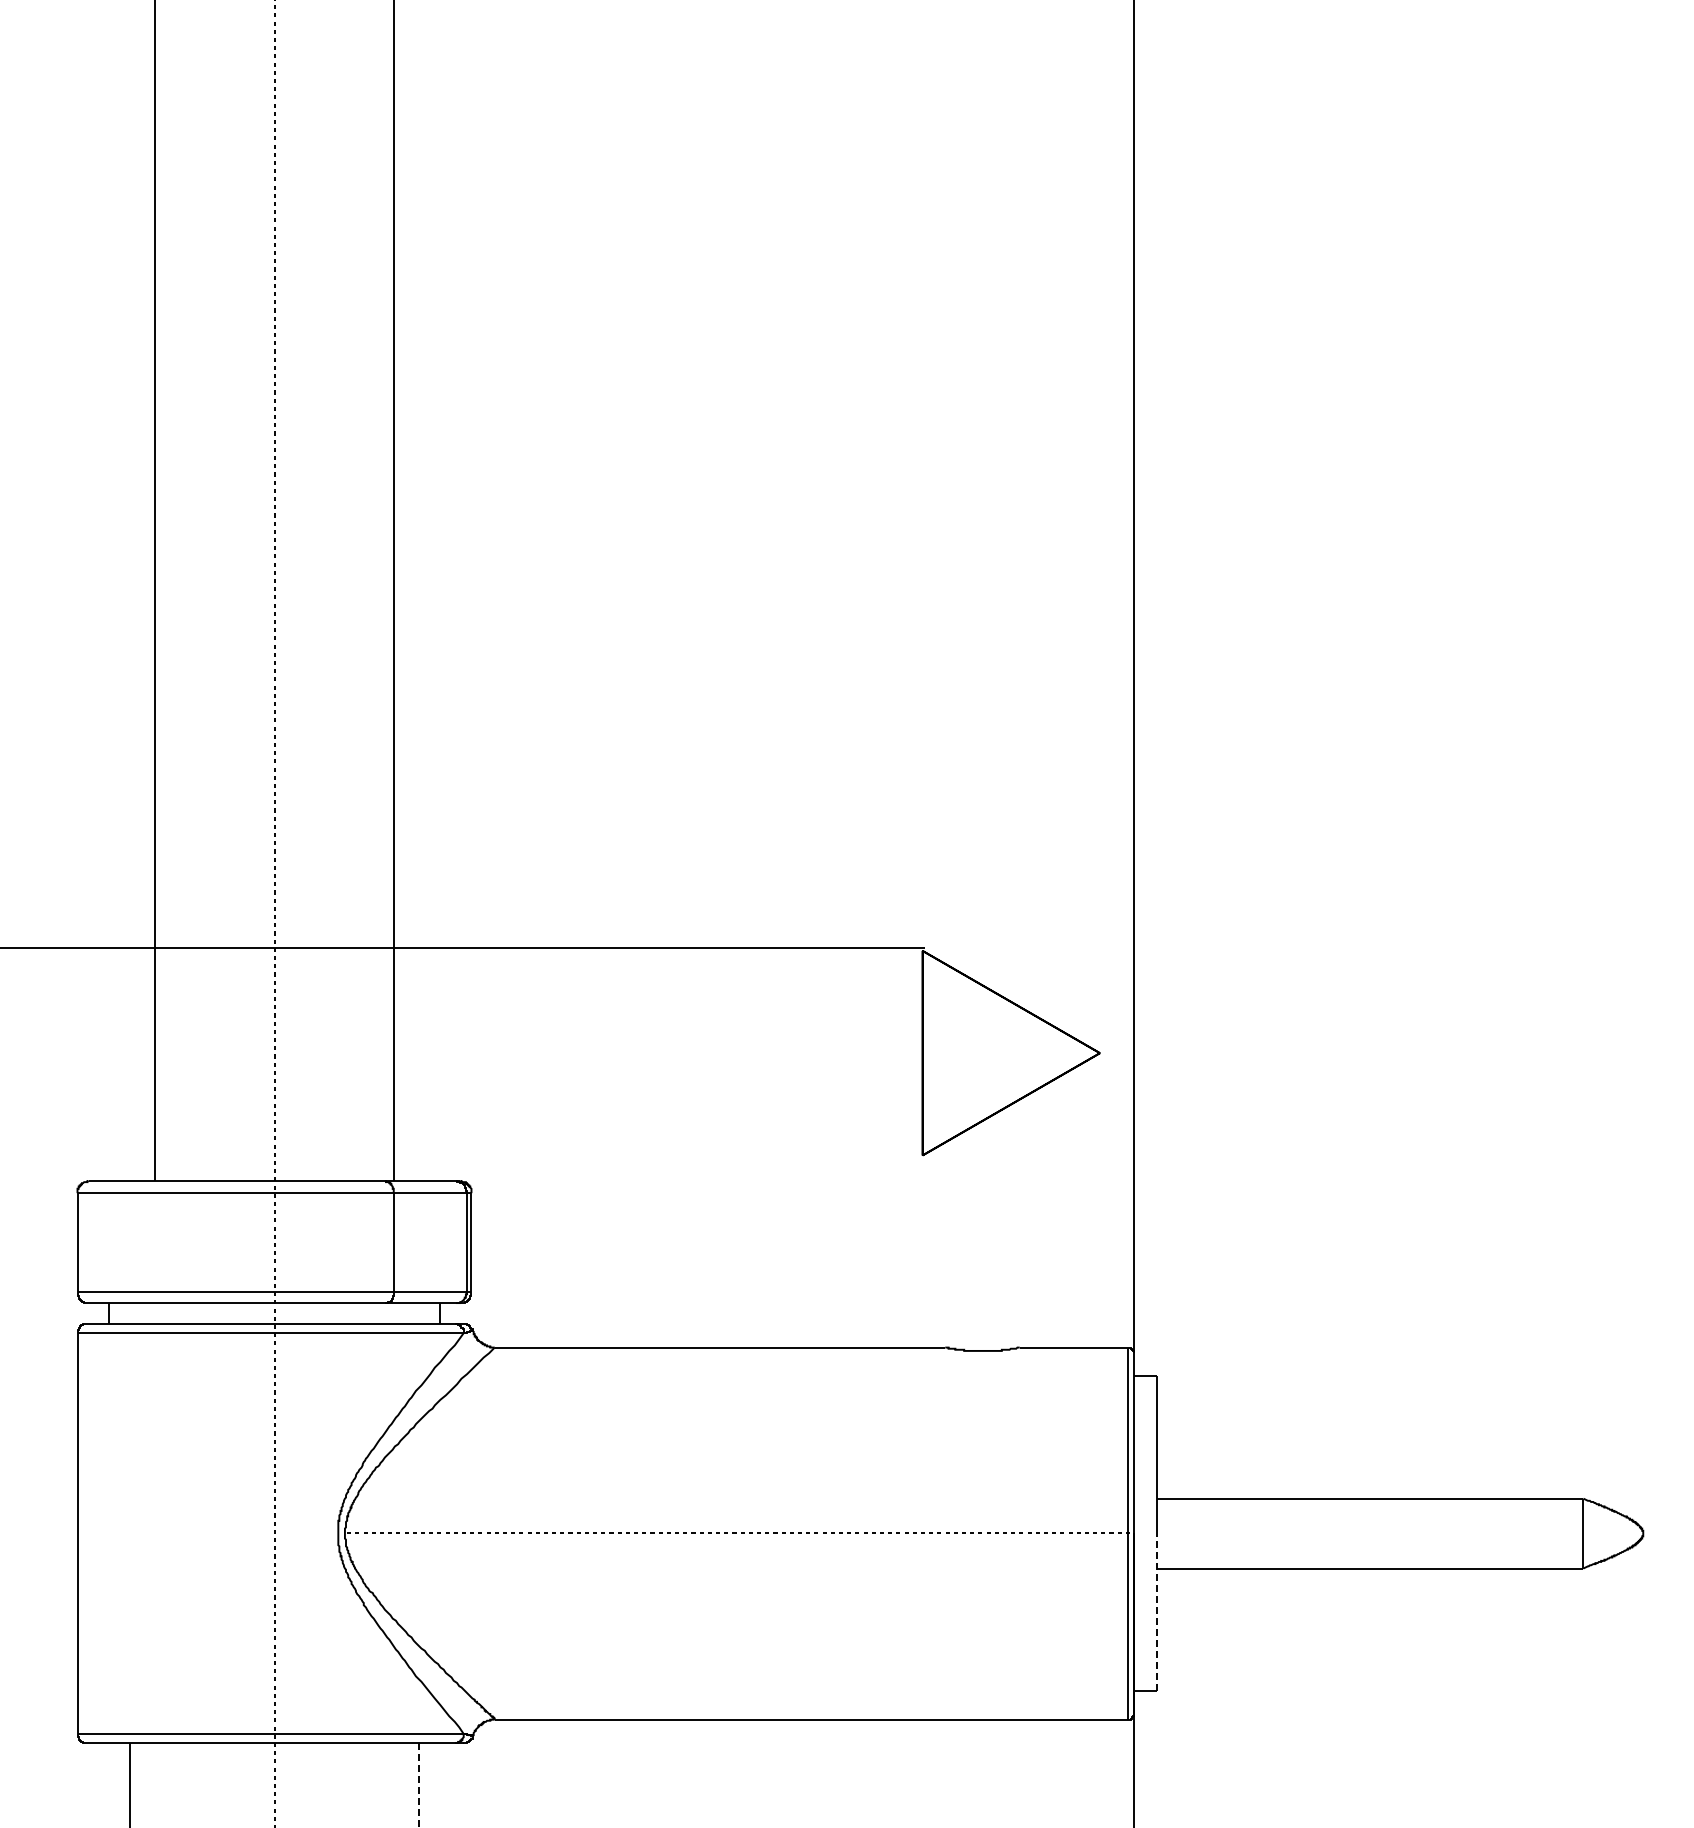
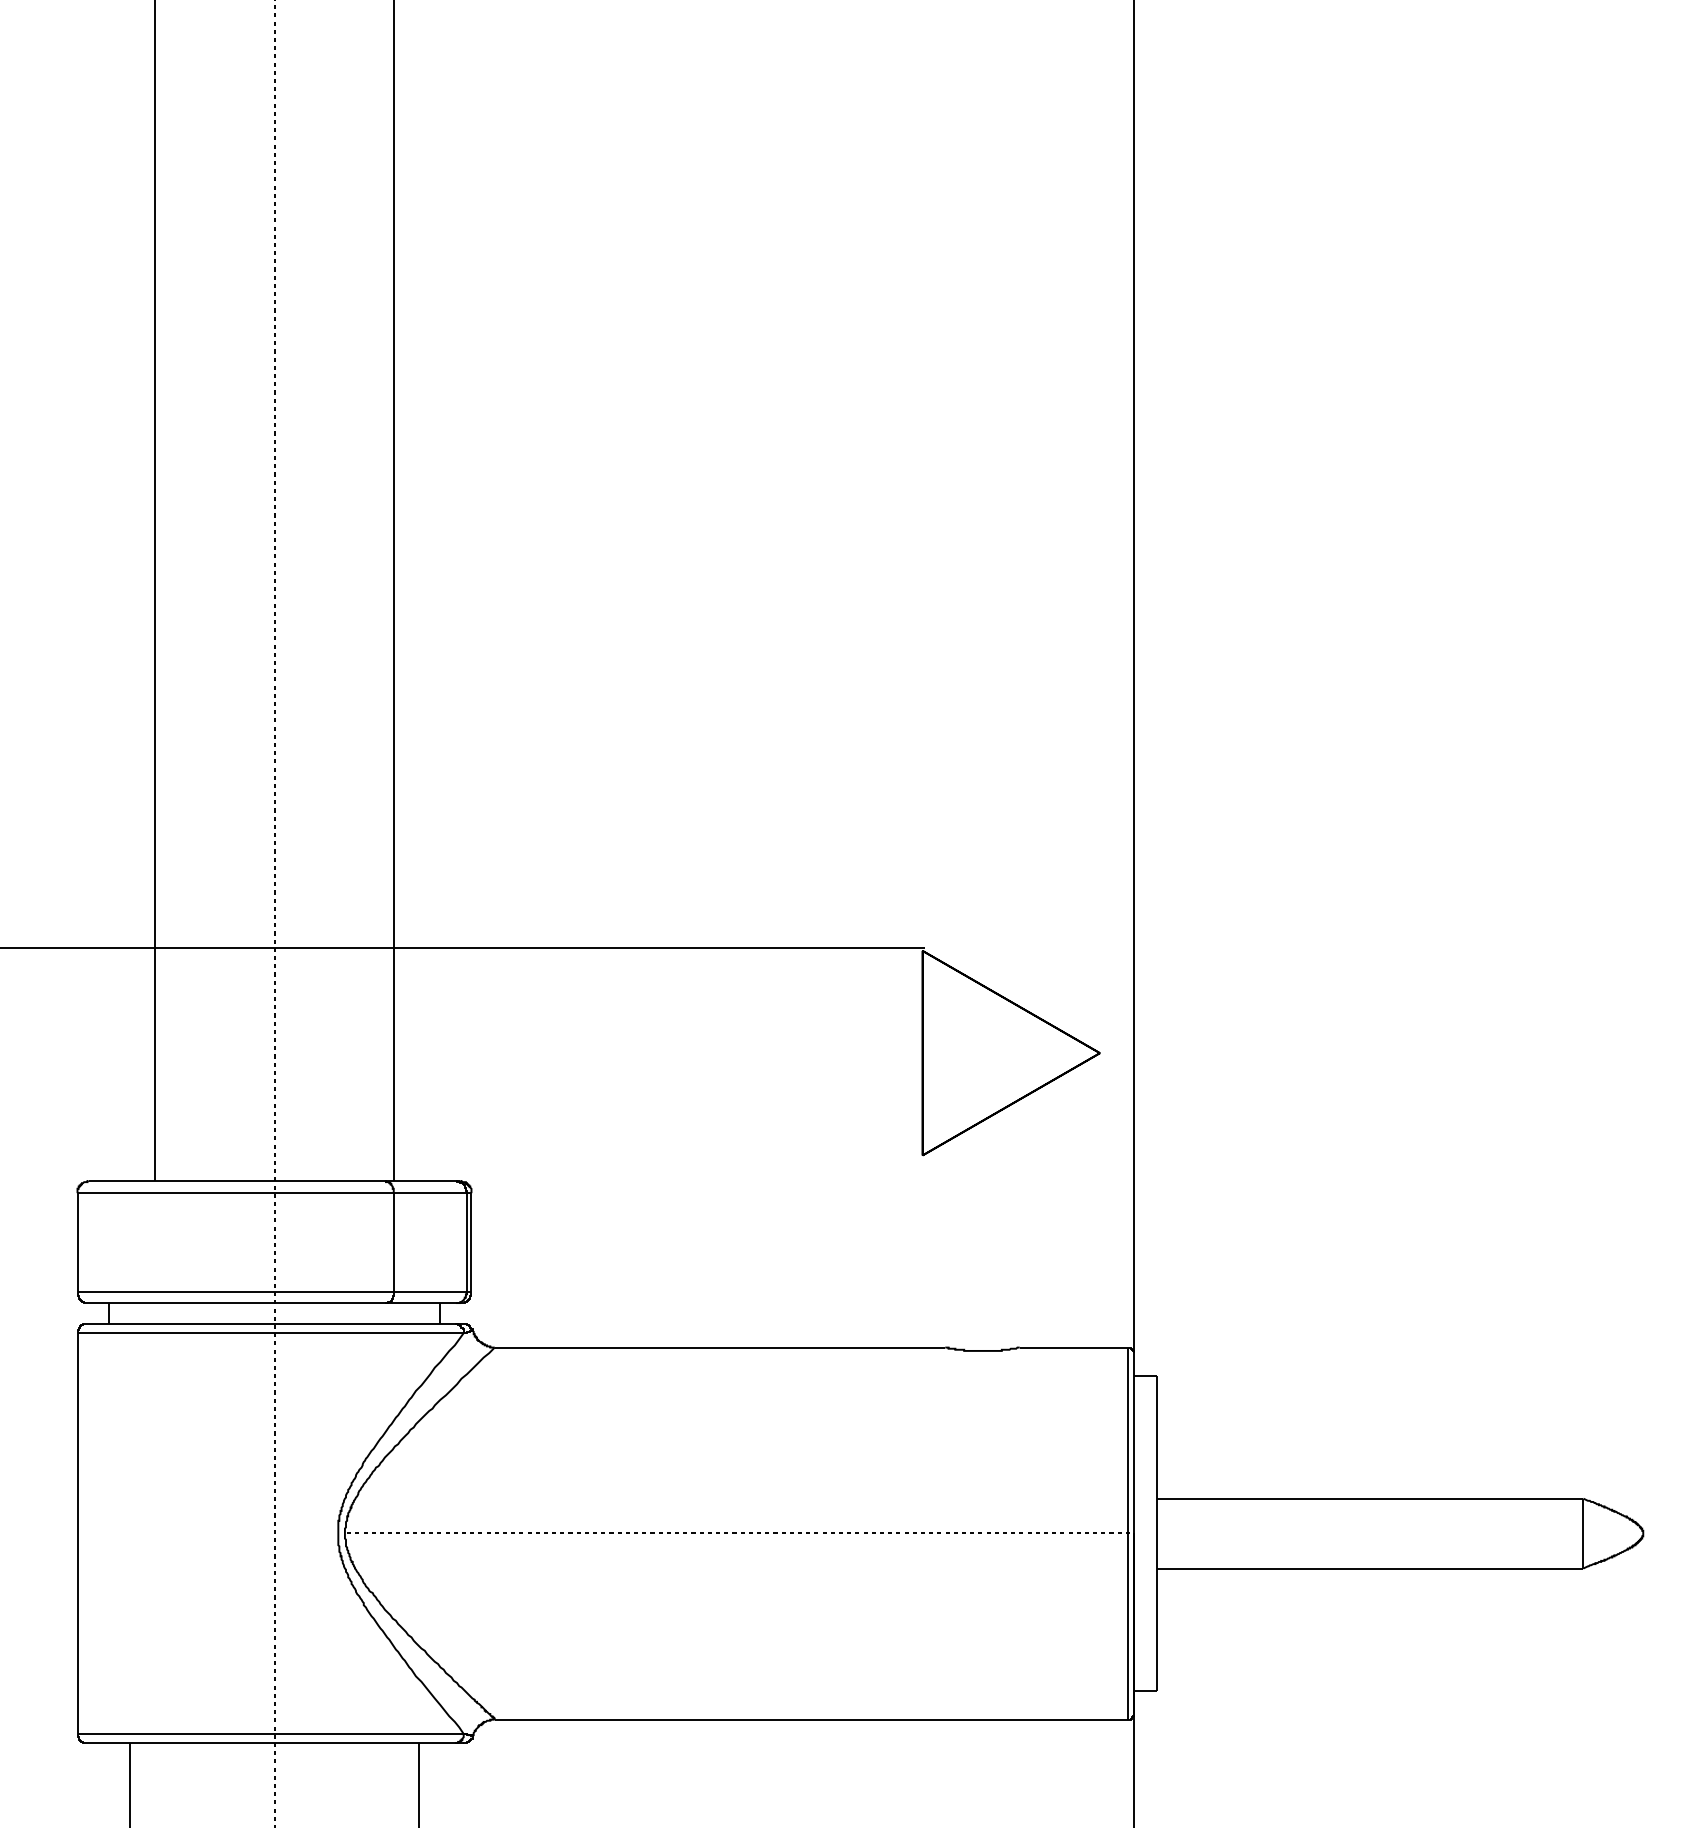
line at (1157, 1611): dashed -> solid
line at (419, 1784): dashed -> solid
